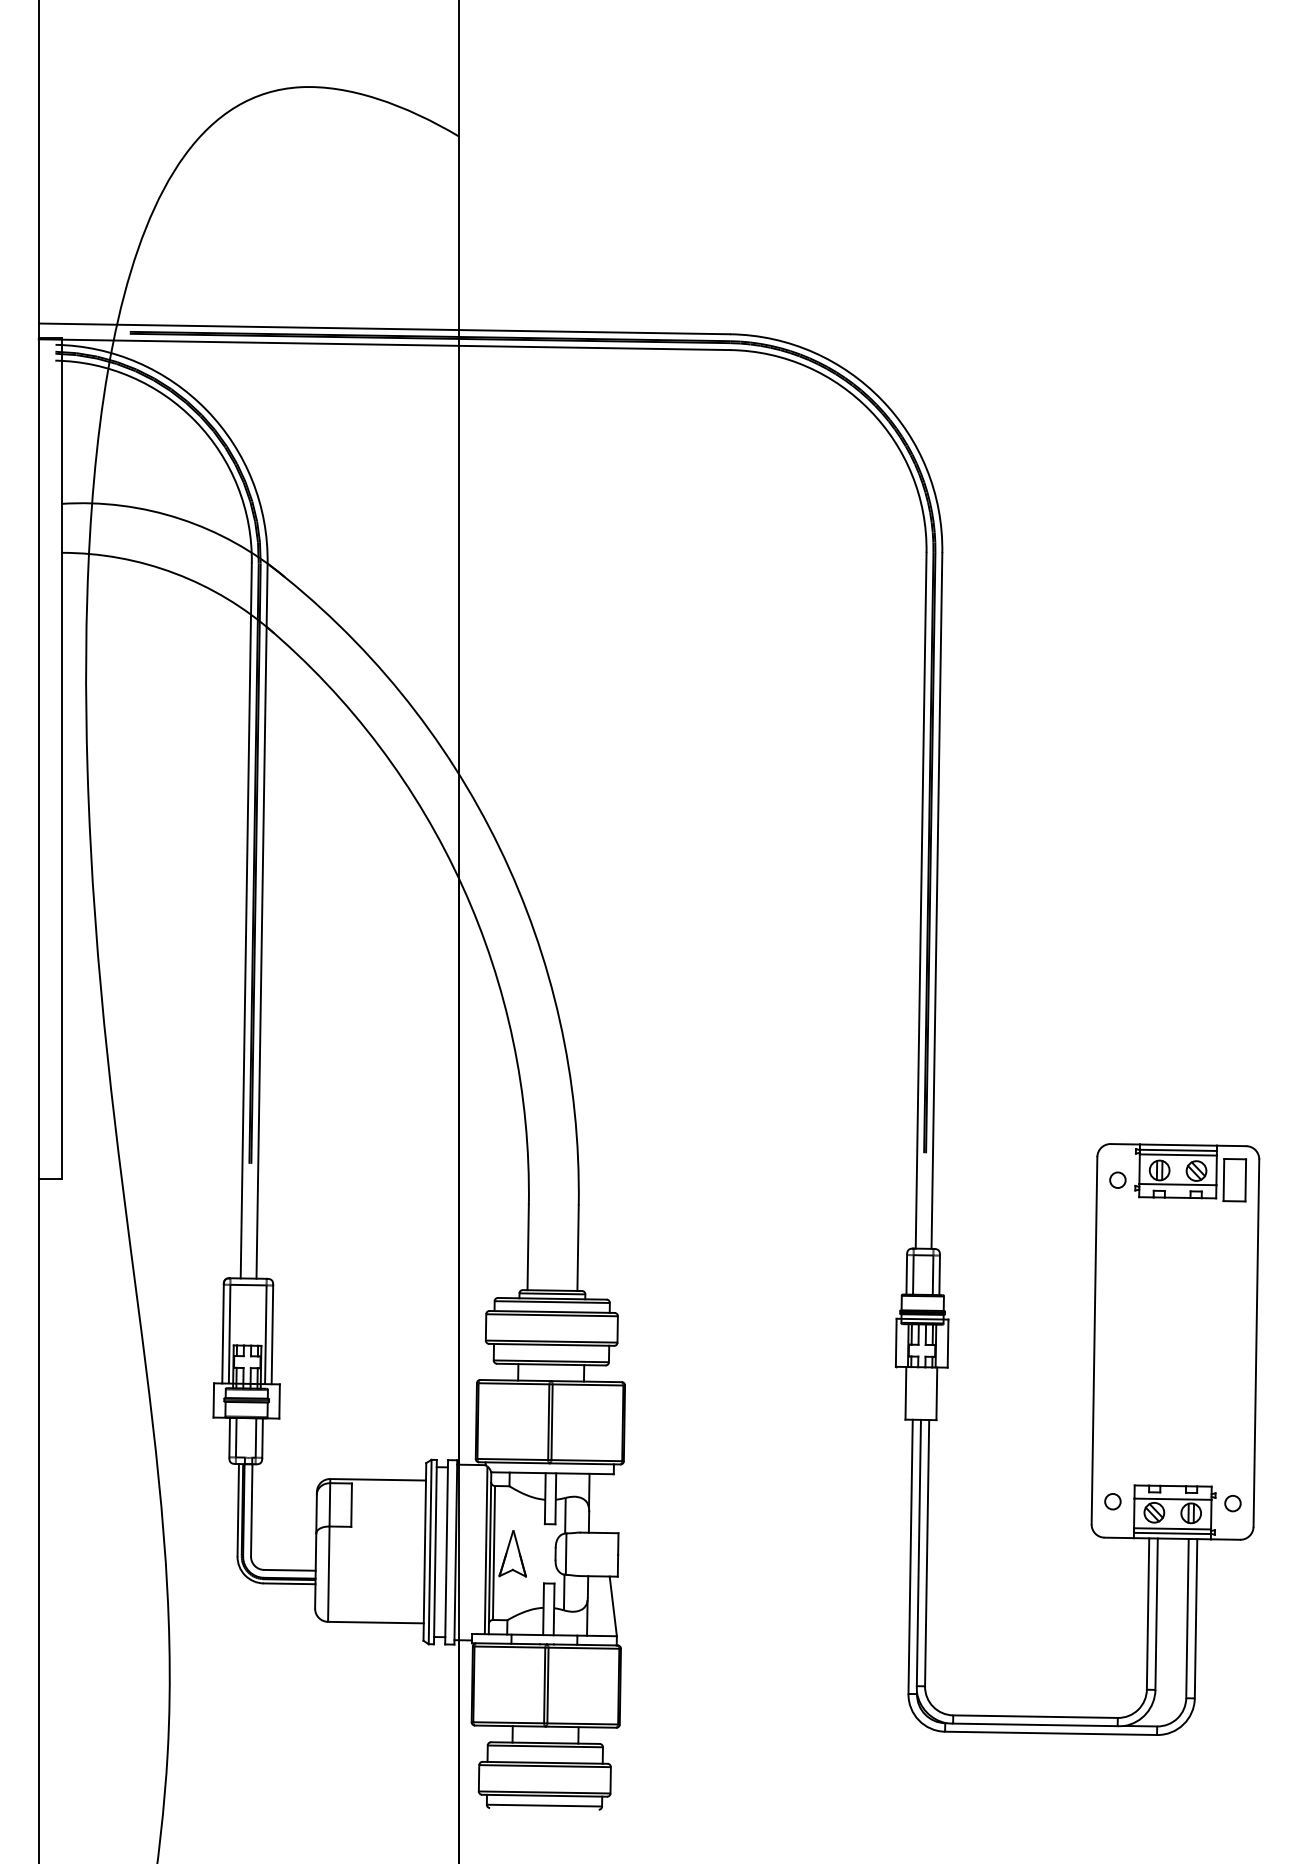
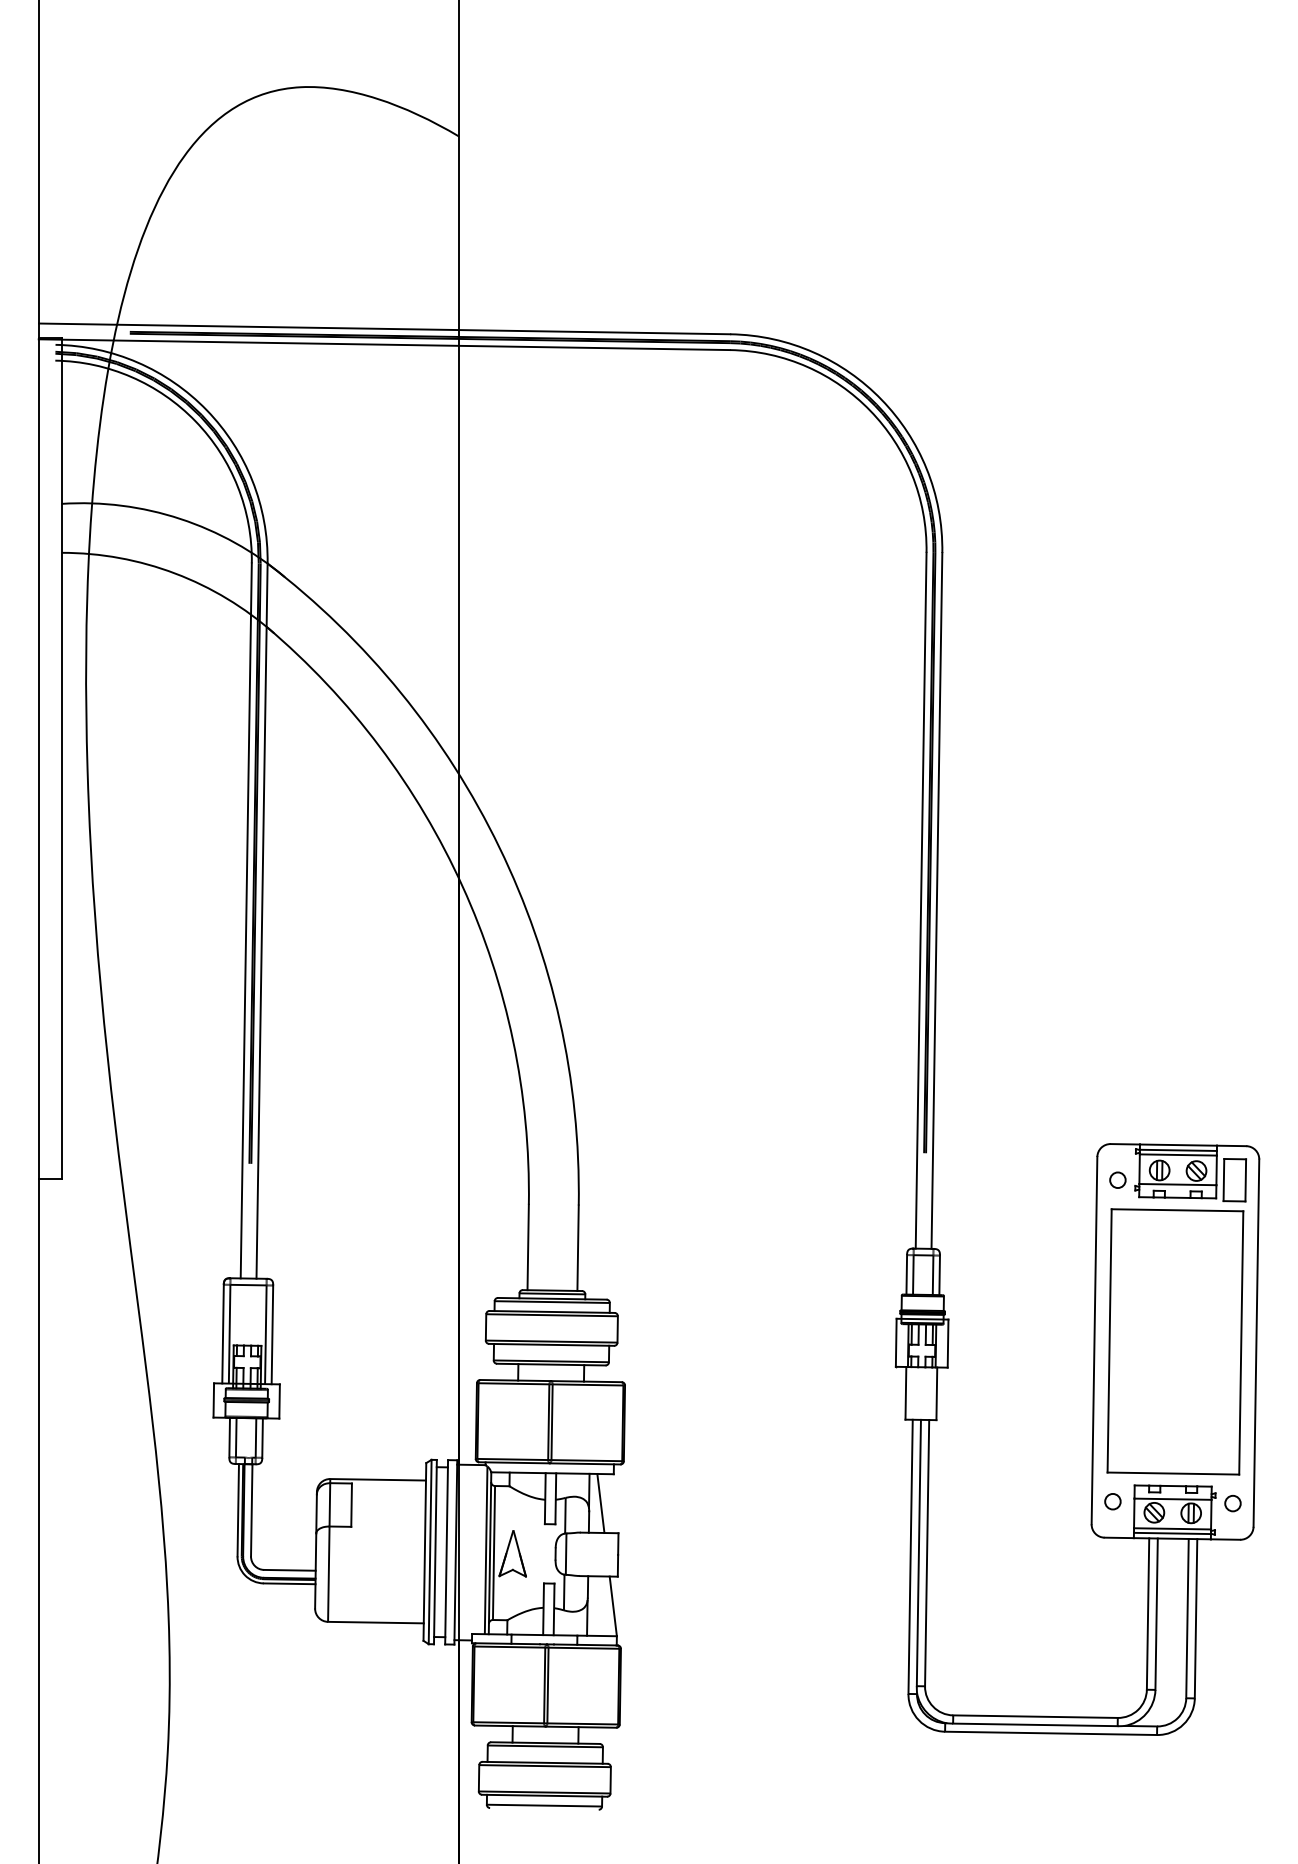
part at (1175, 1341): none -> present
line at (600, 1503): none -> present
